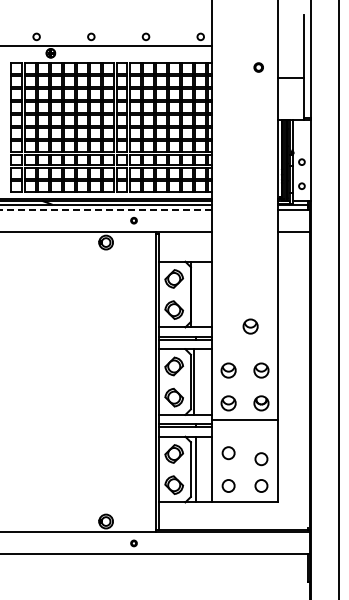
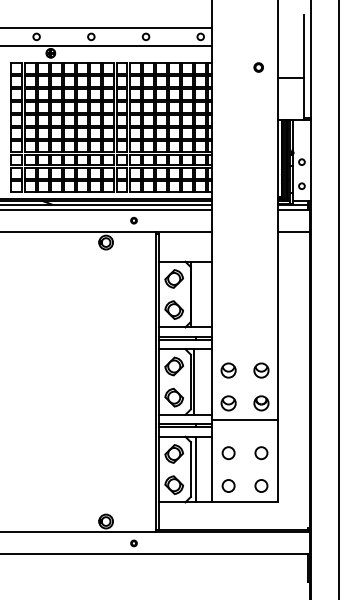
line at (107, 28): none -> present
line at (106, 209): dashed -> solid
part at (250, 326): present -> none
circle at (261, 459) position: (261, 459) -> (261, 453)
